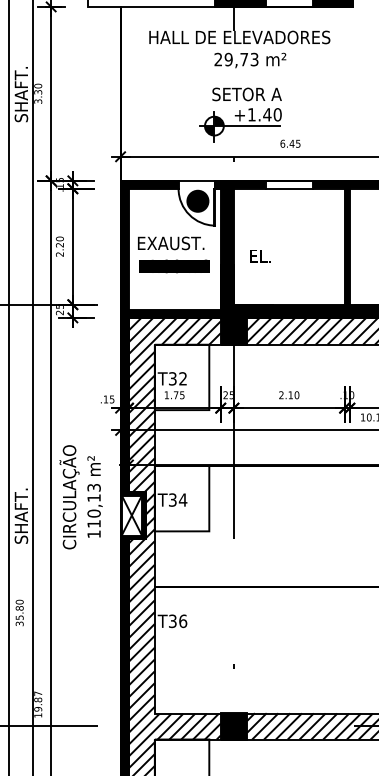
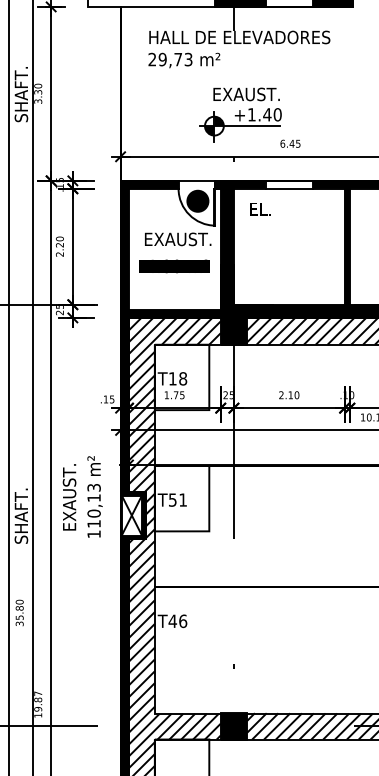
text at (250, 60) position: (250, 60) -> (184, 60)
text at (246, 94): SETOR A -> EXAUST.
text at (171, 243) position: (171, 243) -> (178, 239)
text at (260, 256) position: (260, 256) -> (260, 209)
text at (178, 378): T32 -> T18
text at (69, 497): CIRCULAÇÃO -> EXAUST.
text at (178, 499): T34 -> T51
text at (172, 621): T36 -> T46
